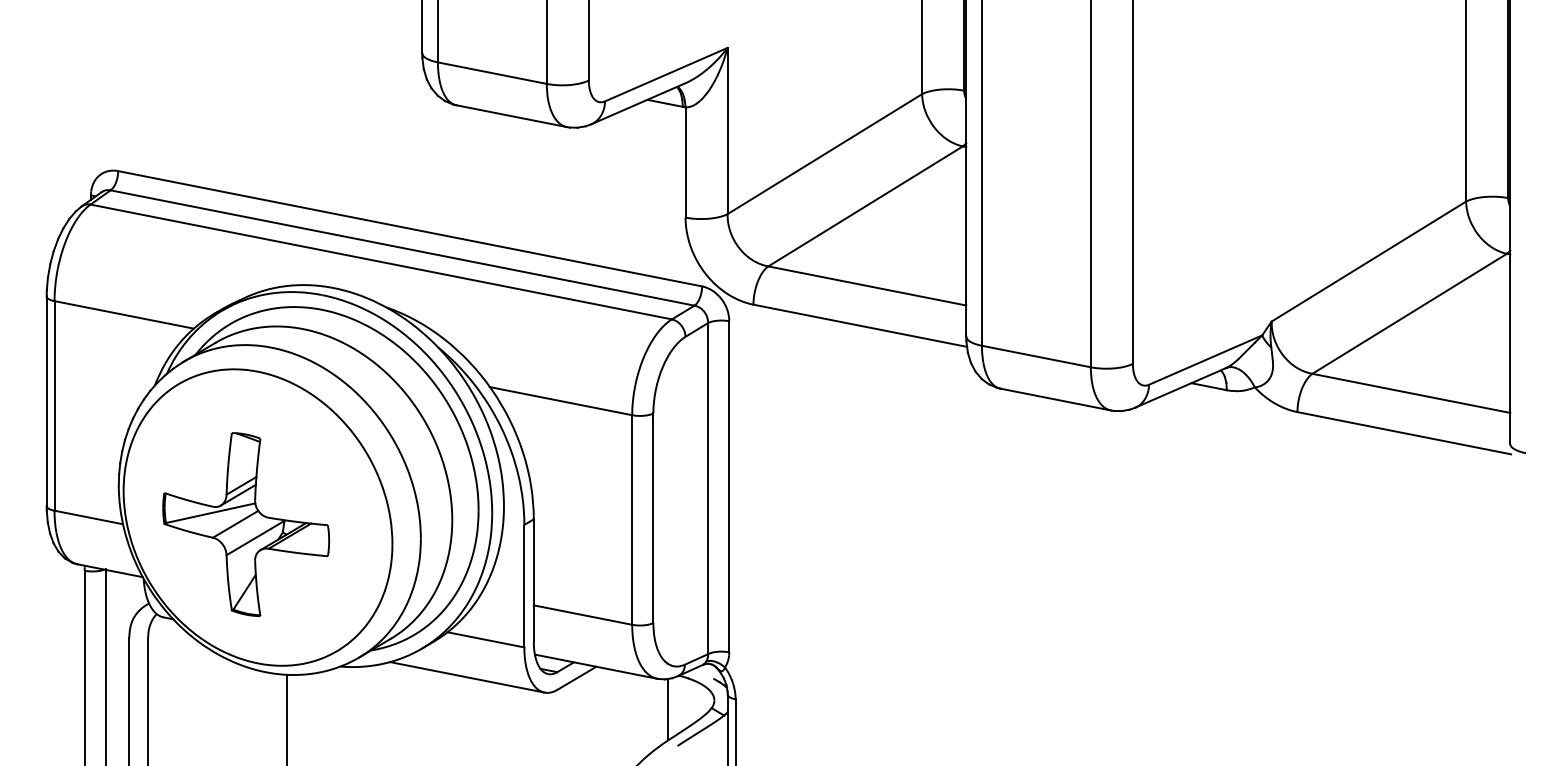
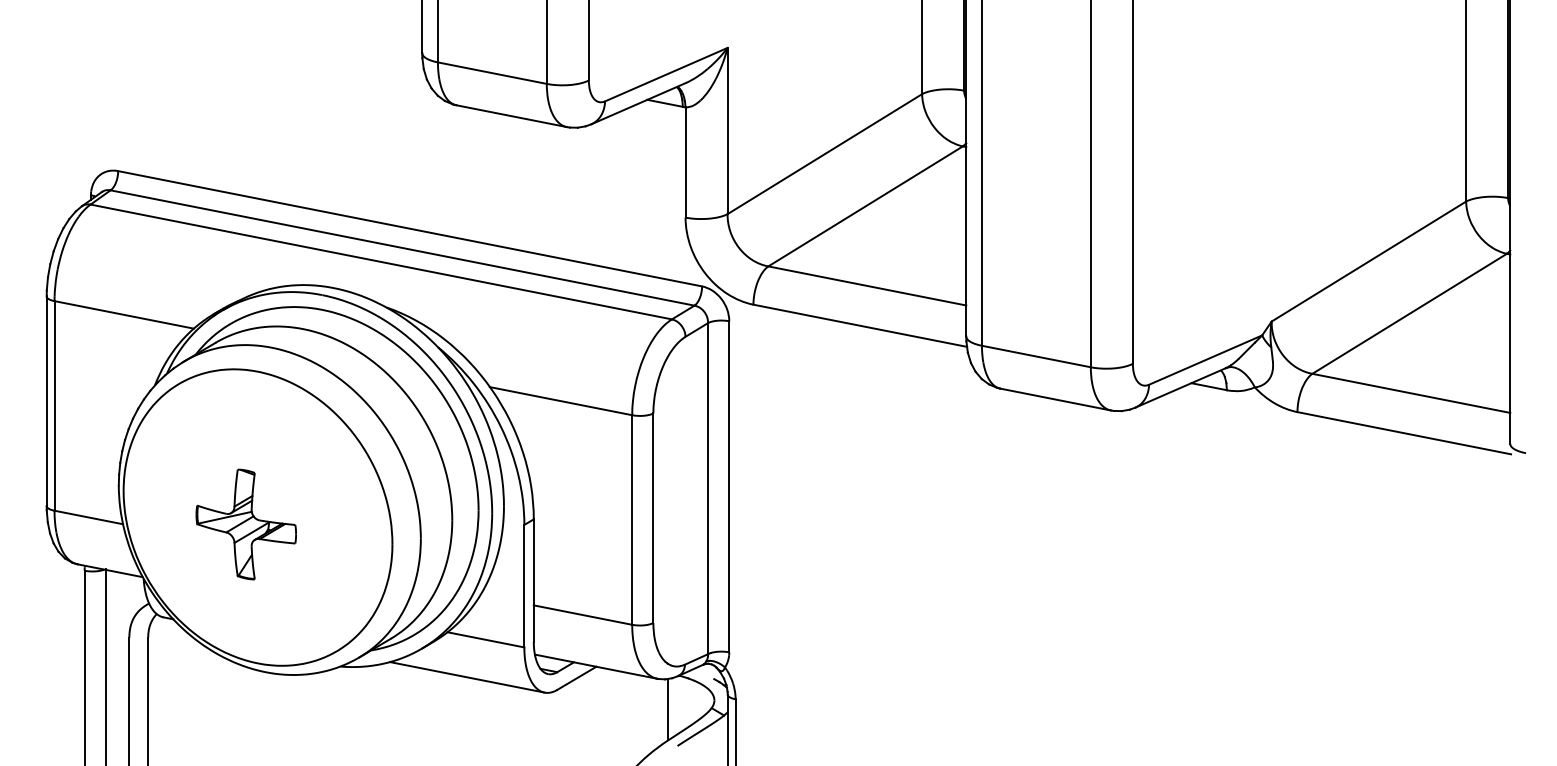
part at (246, 524) size: 169x185 px -> 102x113 px
line at (287, 718): present -> none
